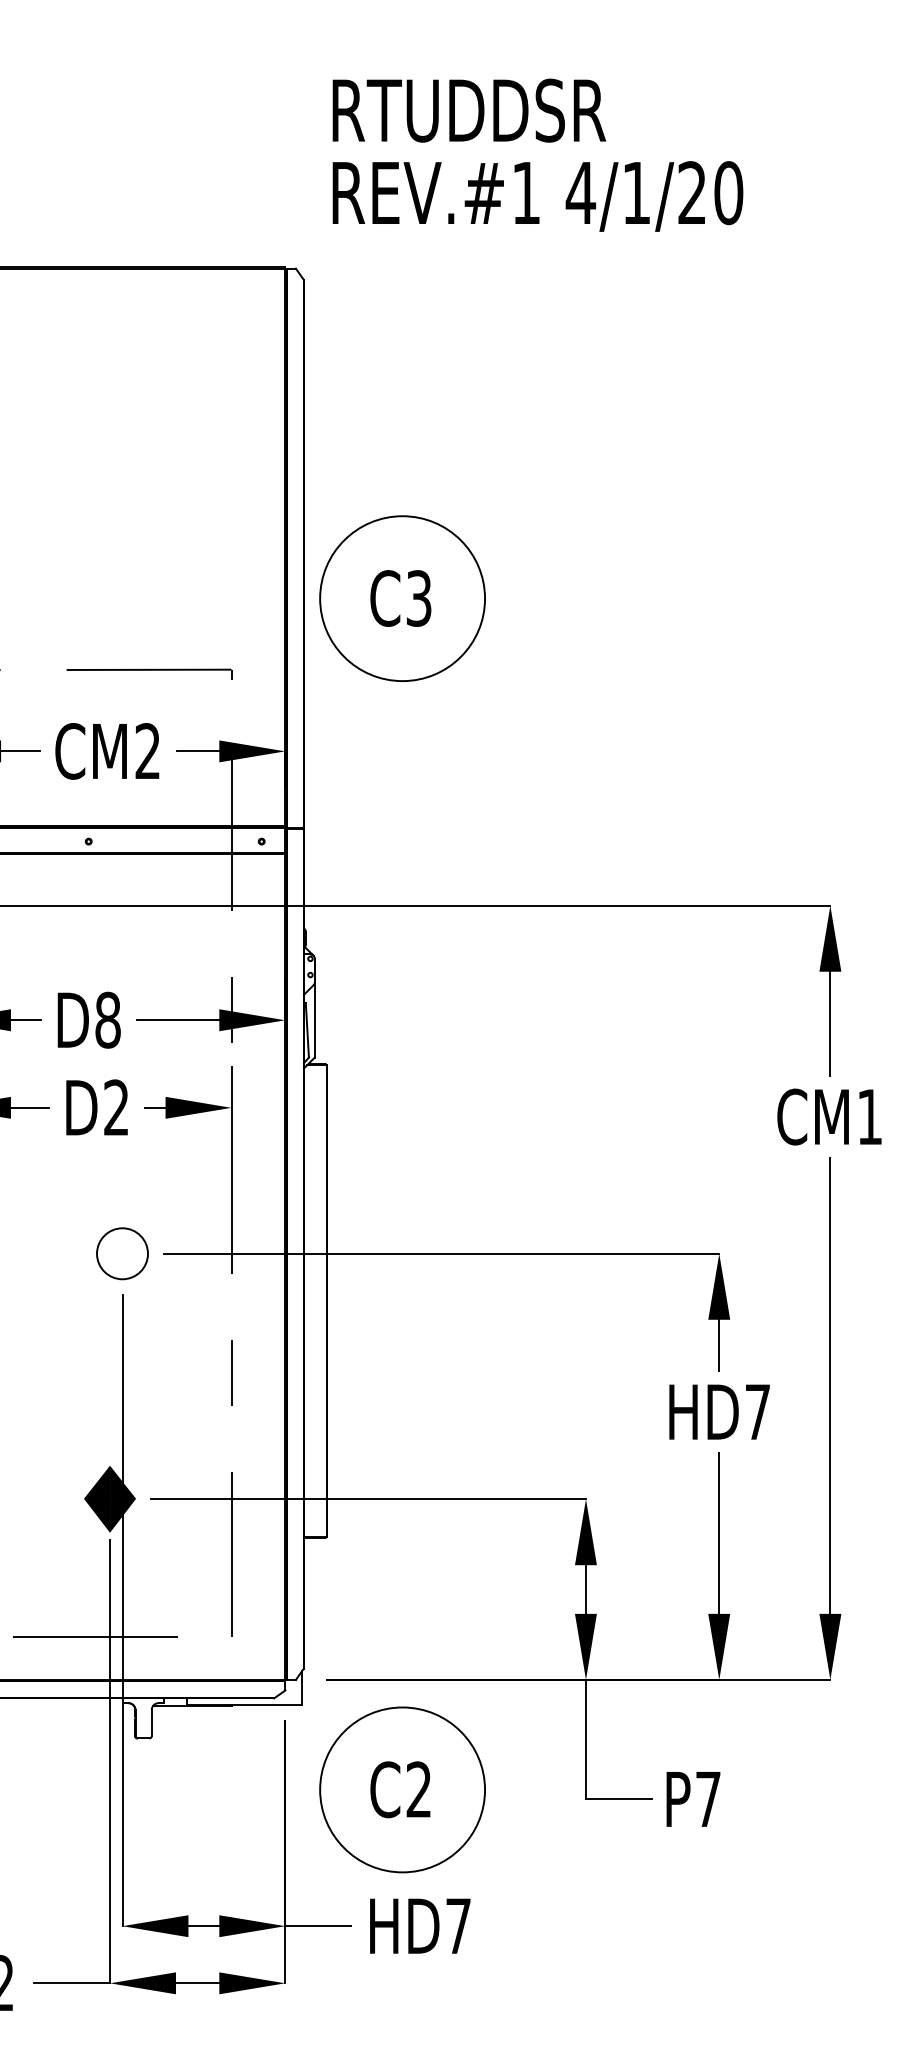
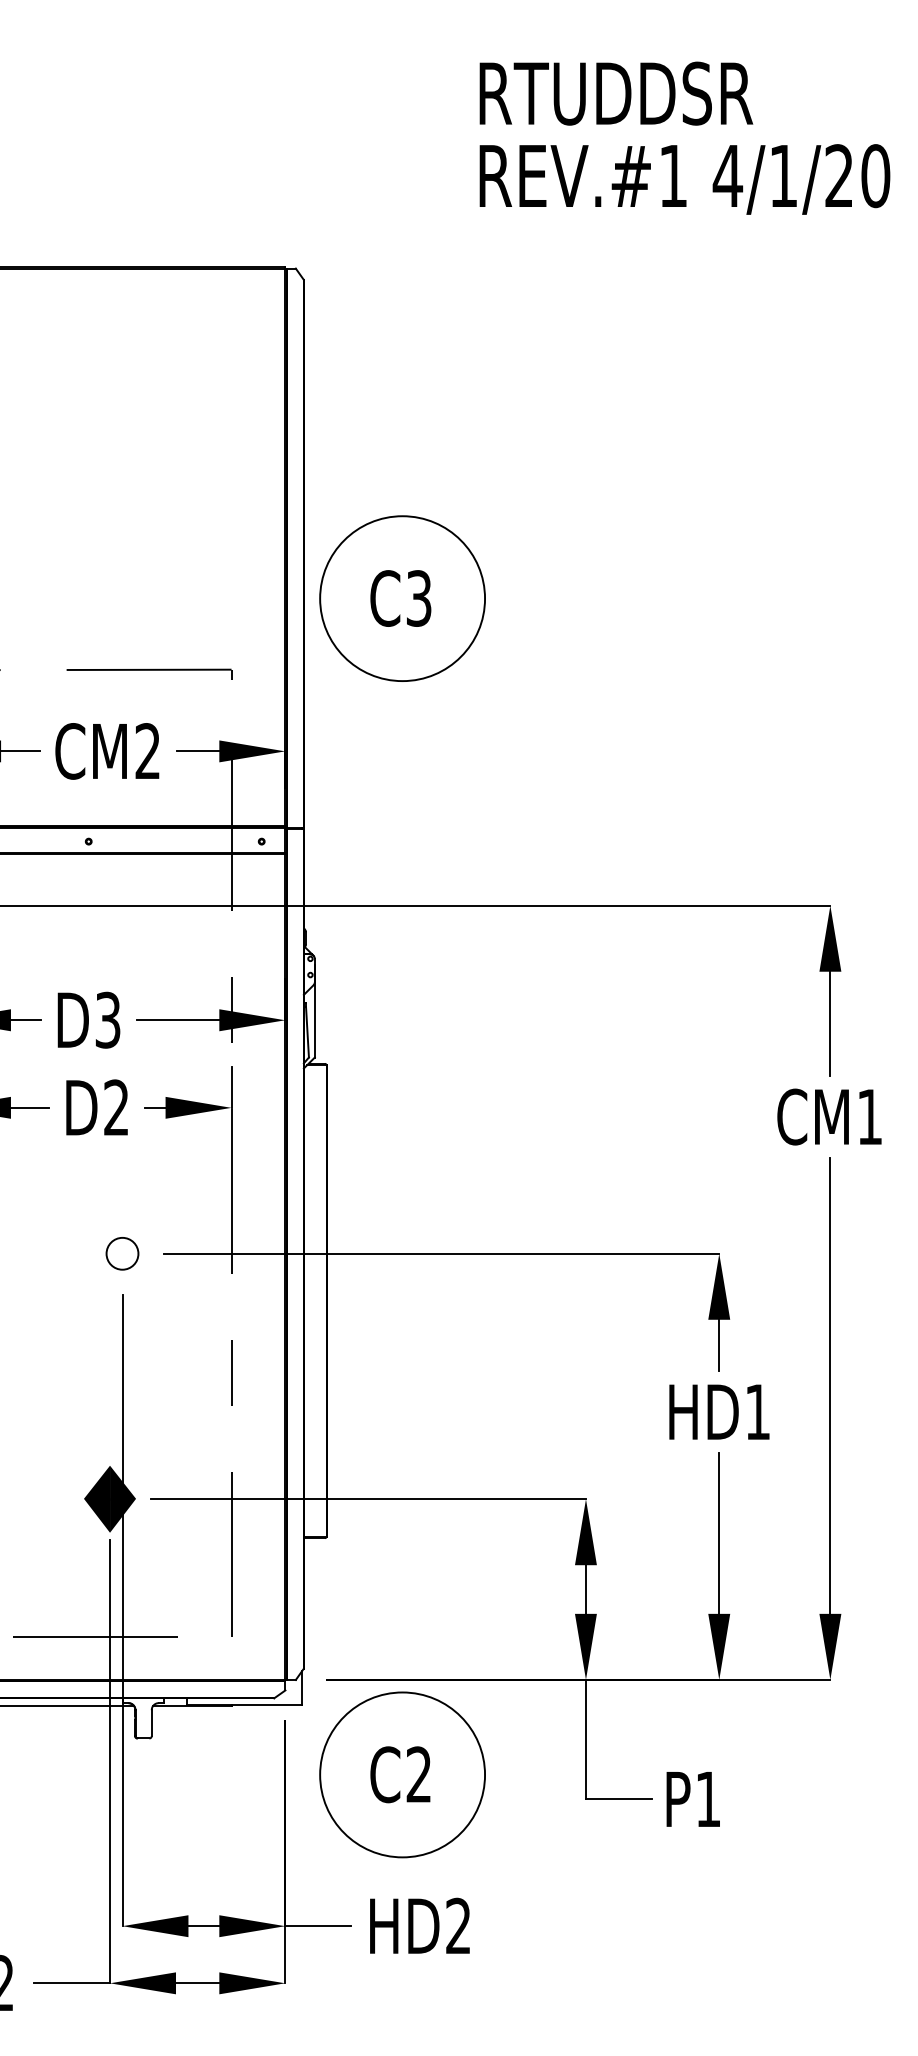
text at (537, 154) position: (537, 154) -> (684, 137)
text at (107, 1019): D8 -> D3
circle at (122, 1253) diameter: 51 px -> 32 px
text at (757, 1411): HD7 -> HD1
line at (67, 1705): none -> present
part at (402, 1789) position: (402, 1789) -> (402, 1774)
text at (708, 1799): P7 -> P1
text at (458, 1925): HD7 -> HD2
